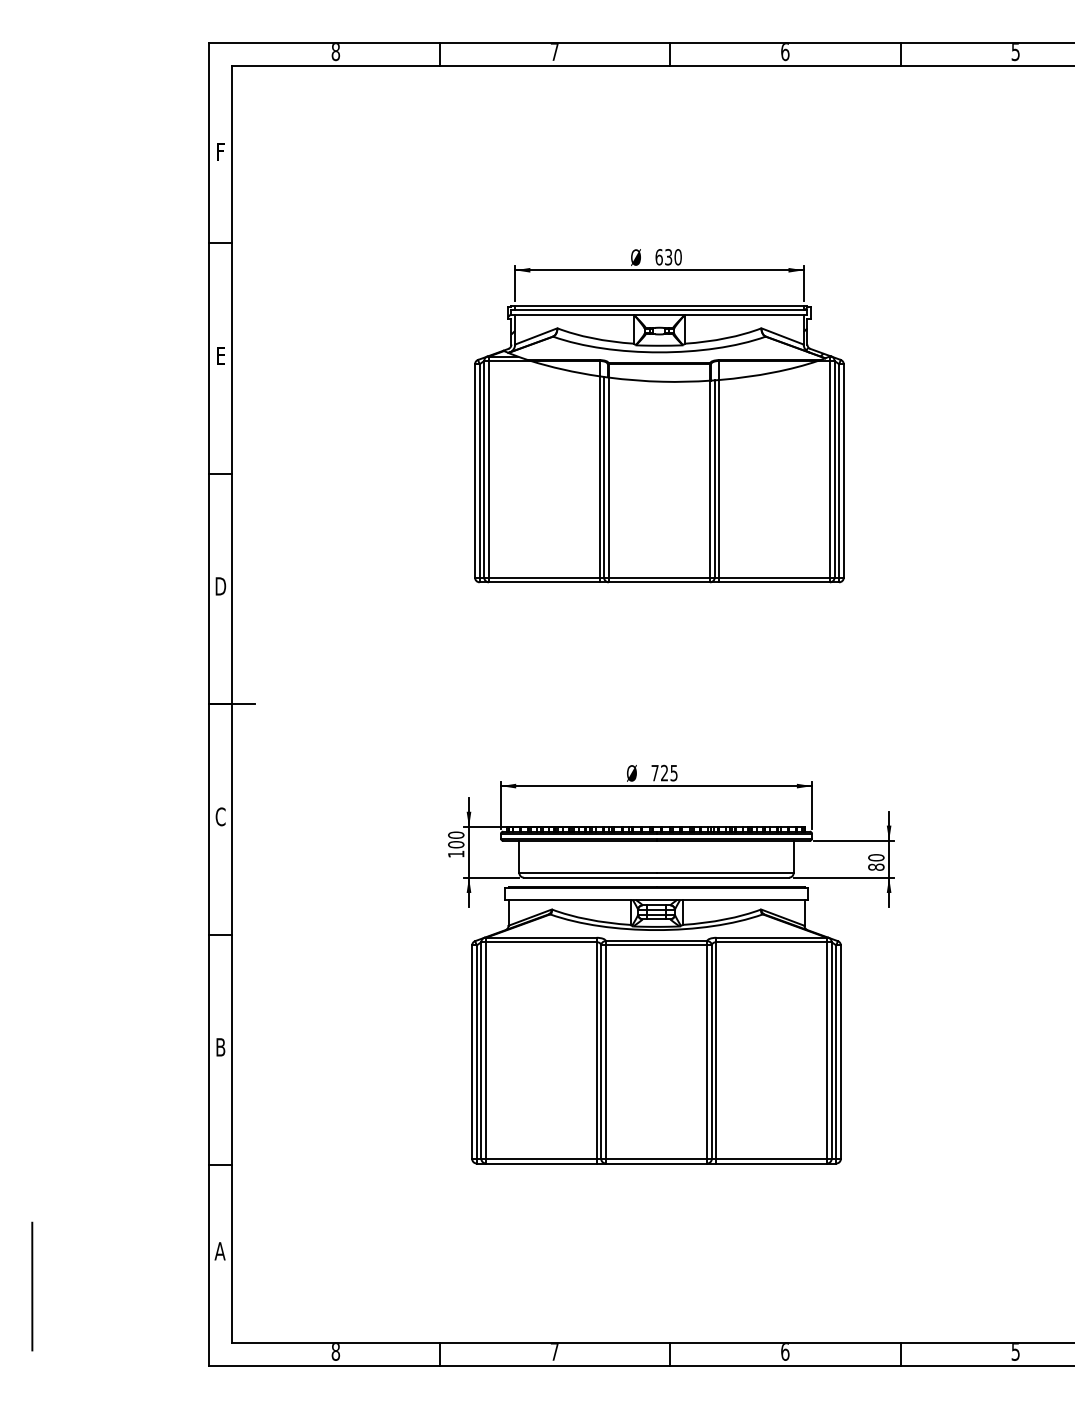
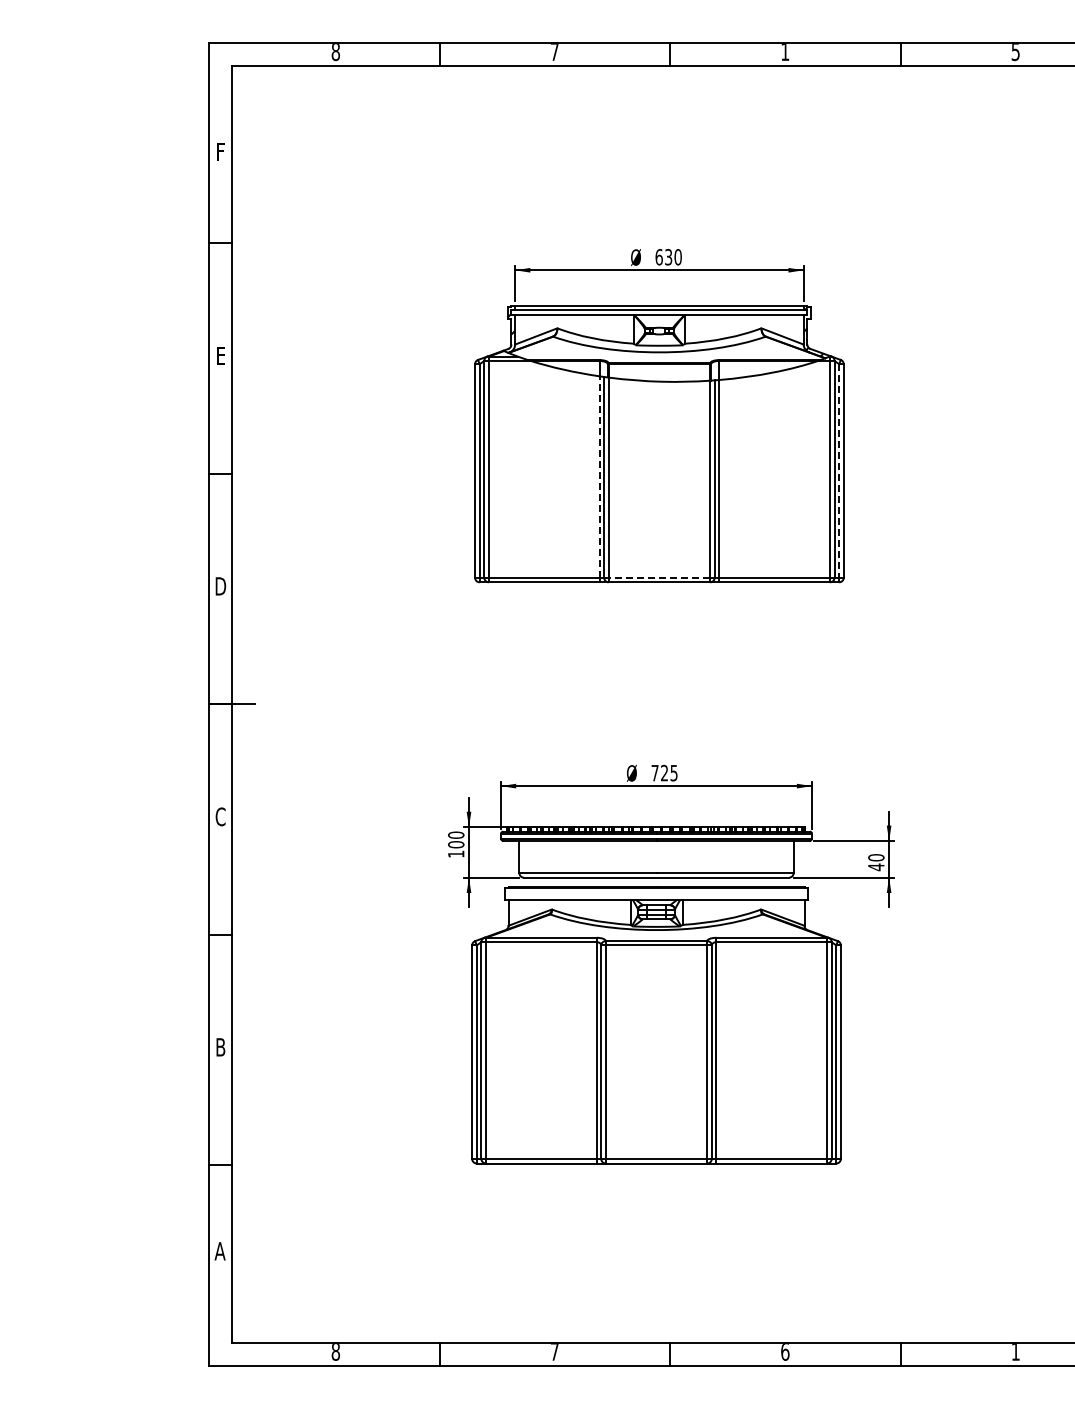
text at (785, 52): 6 -> 1
line at (839, 471): solid -> dashed
line at (599, 477): solid -> dashed
line at (659, 577): solid -> dashed
text at (876, 867): 80 -> 40
line at (32, 1286): present -> none
text at (1015, 1352): 5 -> 1
